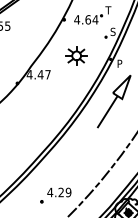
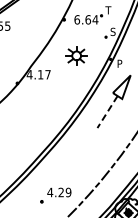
text at (76, 19): 4.64 -> 6.64
text at (40, 74): 4.47 -> 4.17
line at (107, 112): solid -> dashed
